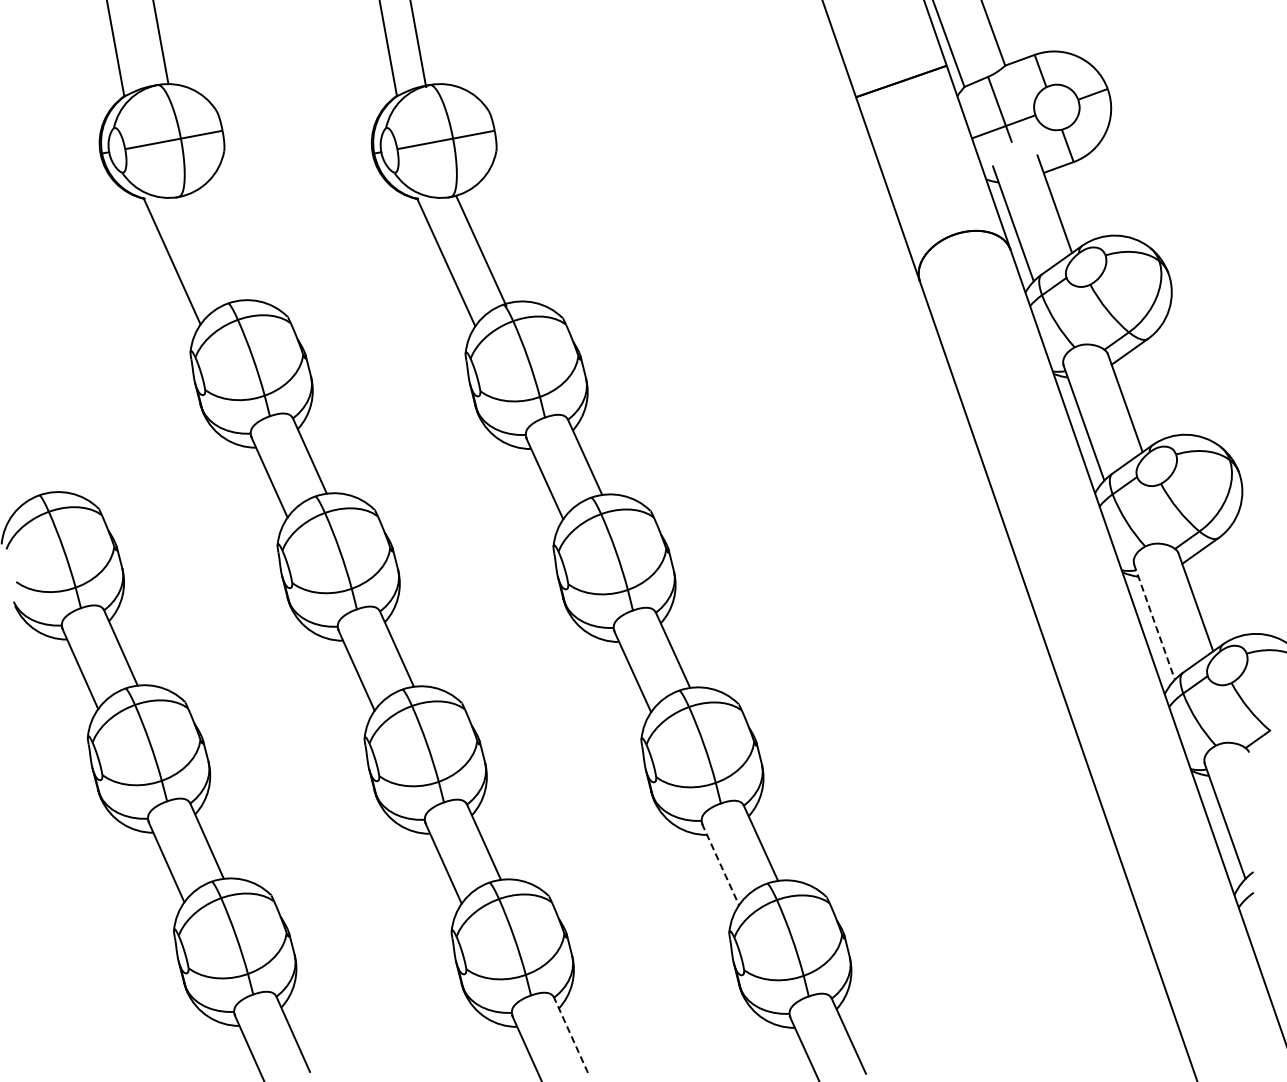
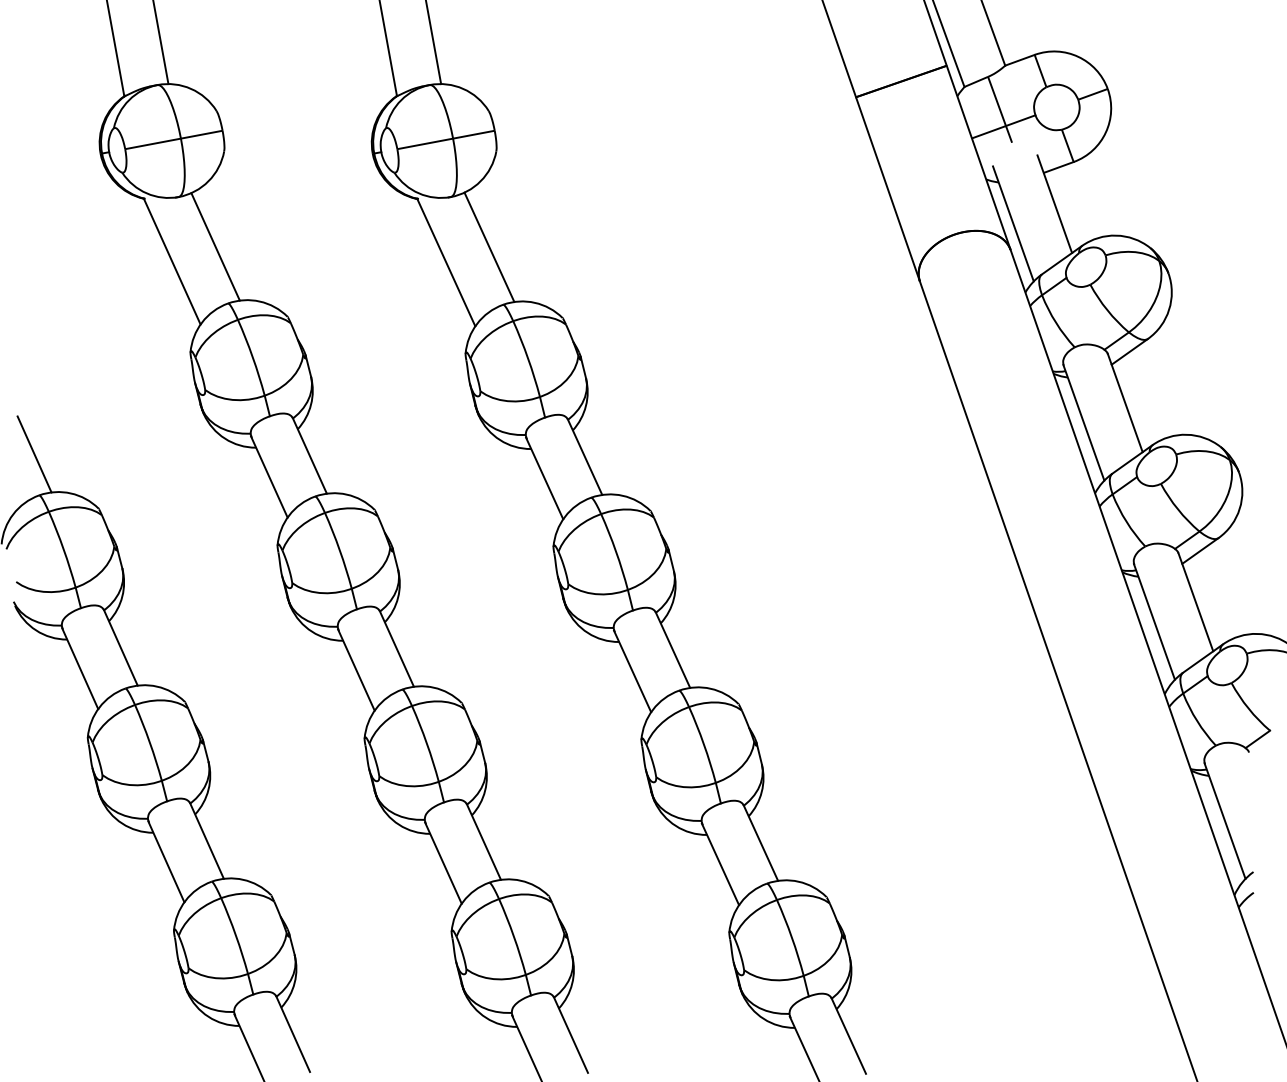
line at (418, 44) position: (418, 44) -> (433, 43)
line at (215, 246): none -> present
line at (481, 251) position: (481, 251) -> (489, 247)
line at (34, 454): none -> present
line at (1154, 622): dashed -> solid
line at (720, 864): dashed -> solid
line at (570, 1034): dashed -> solid
